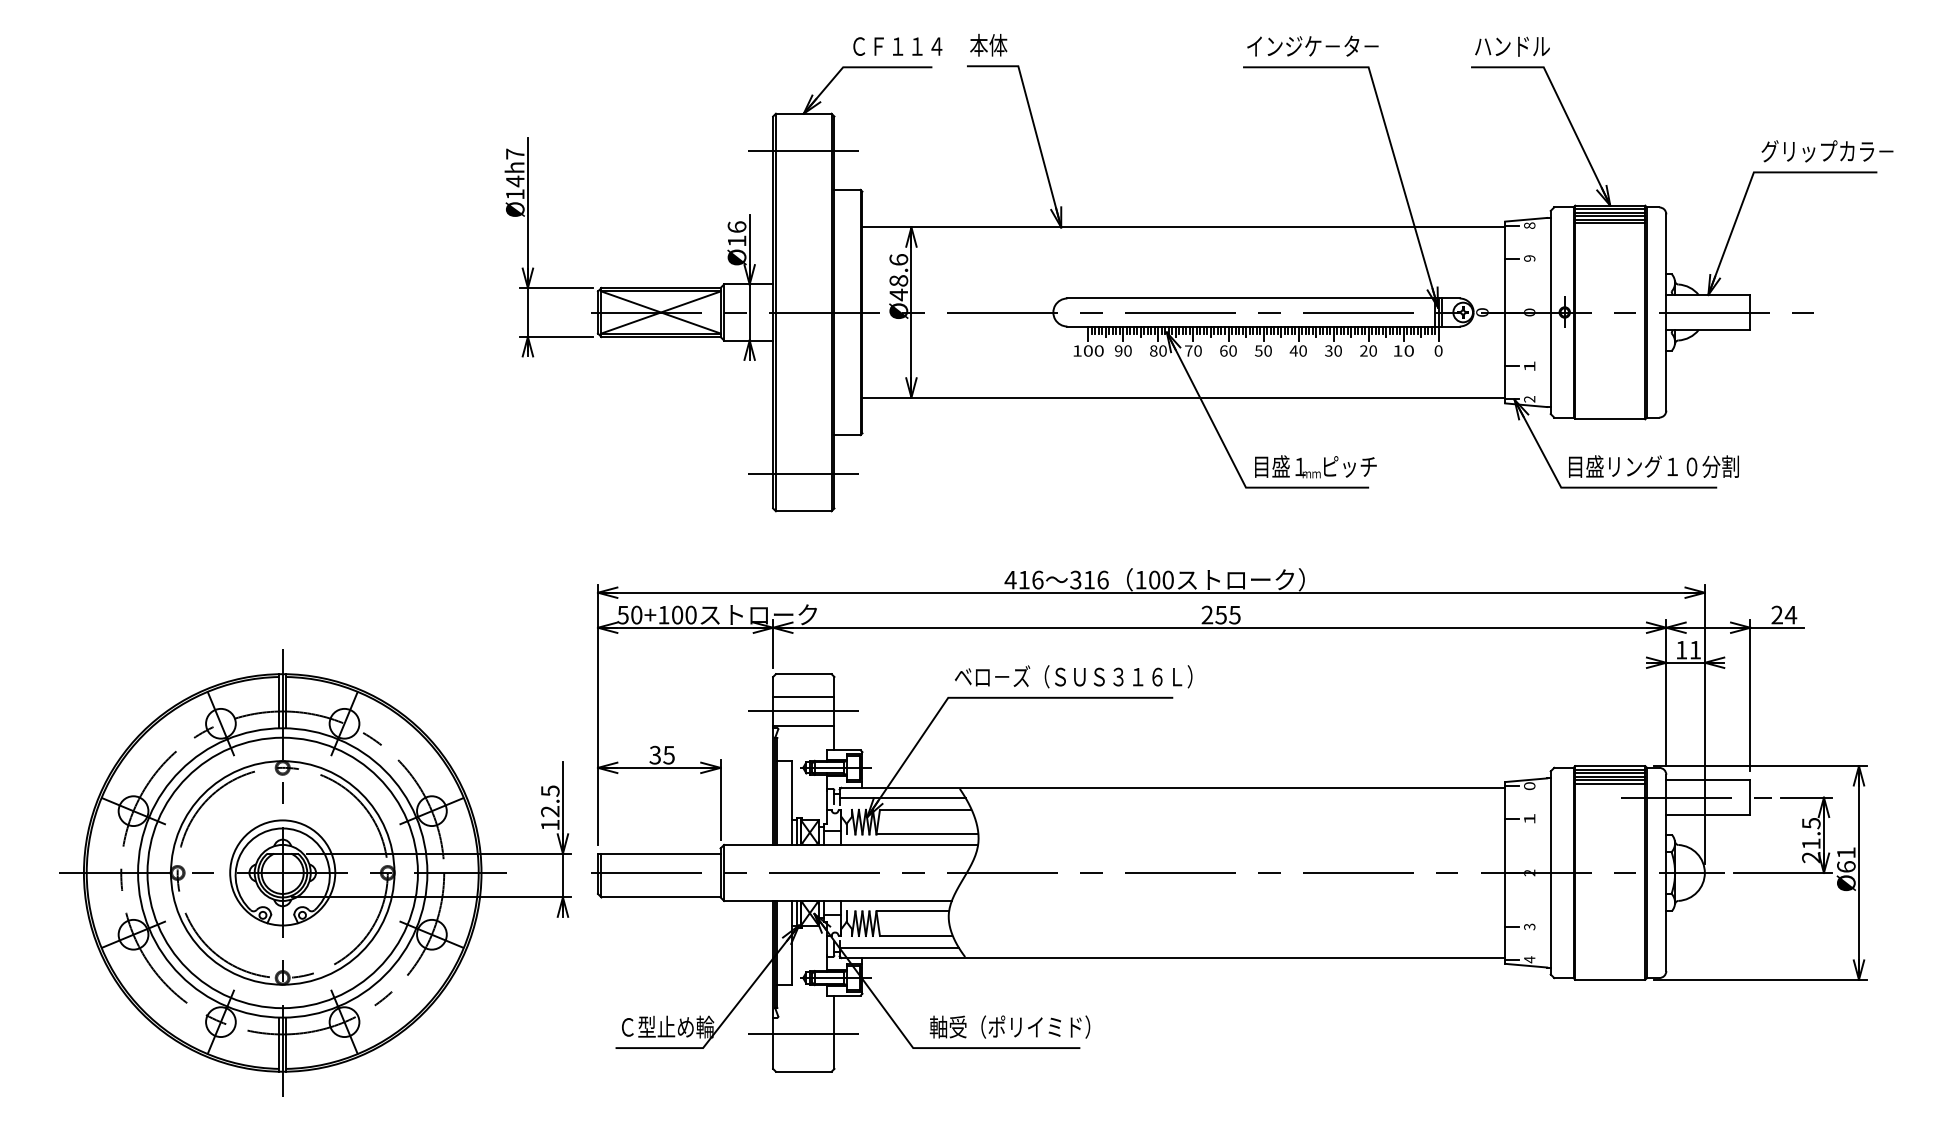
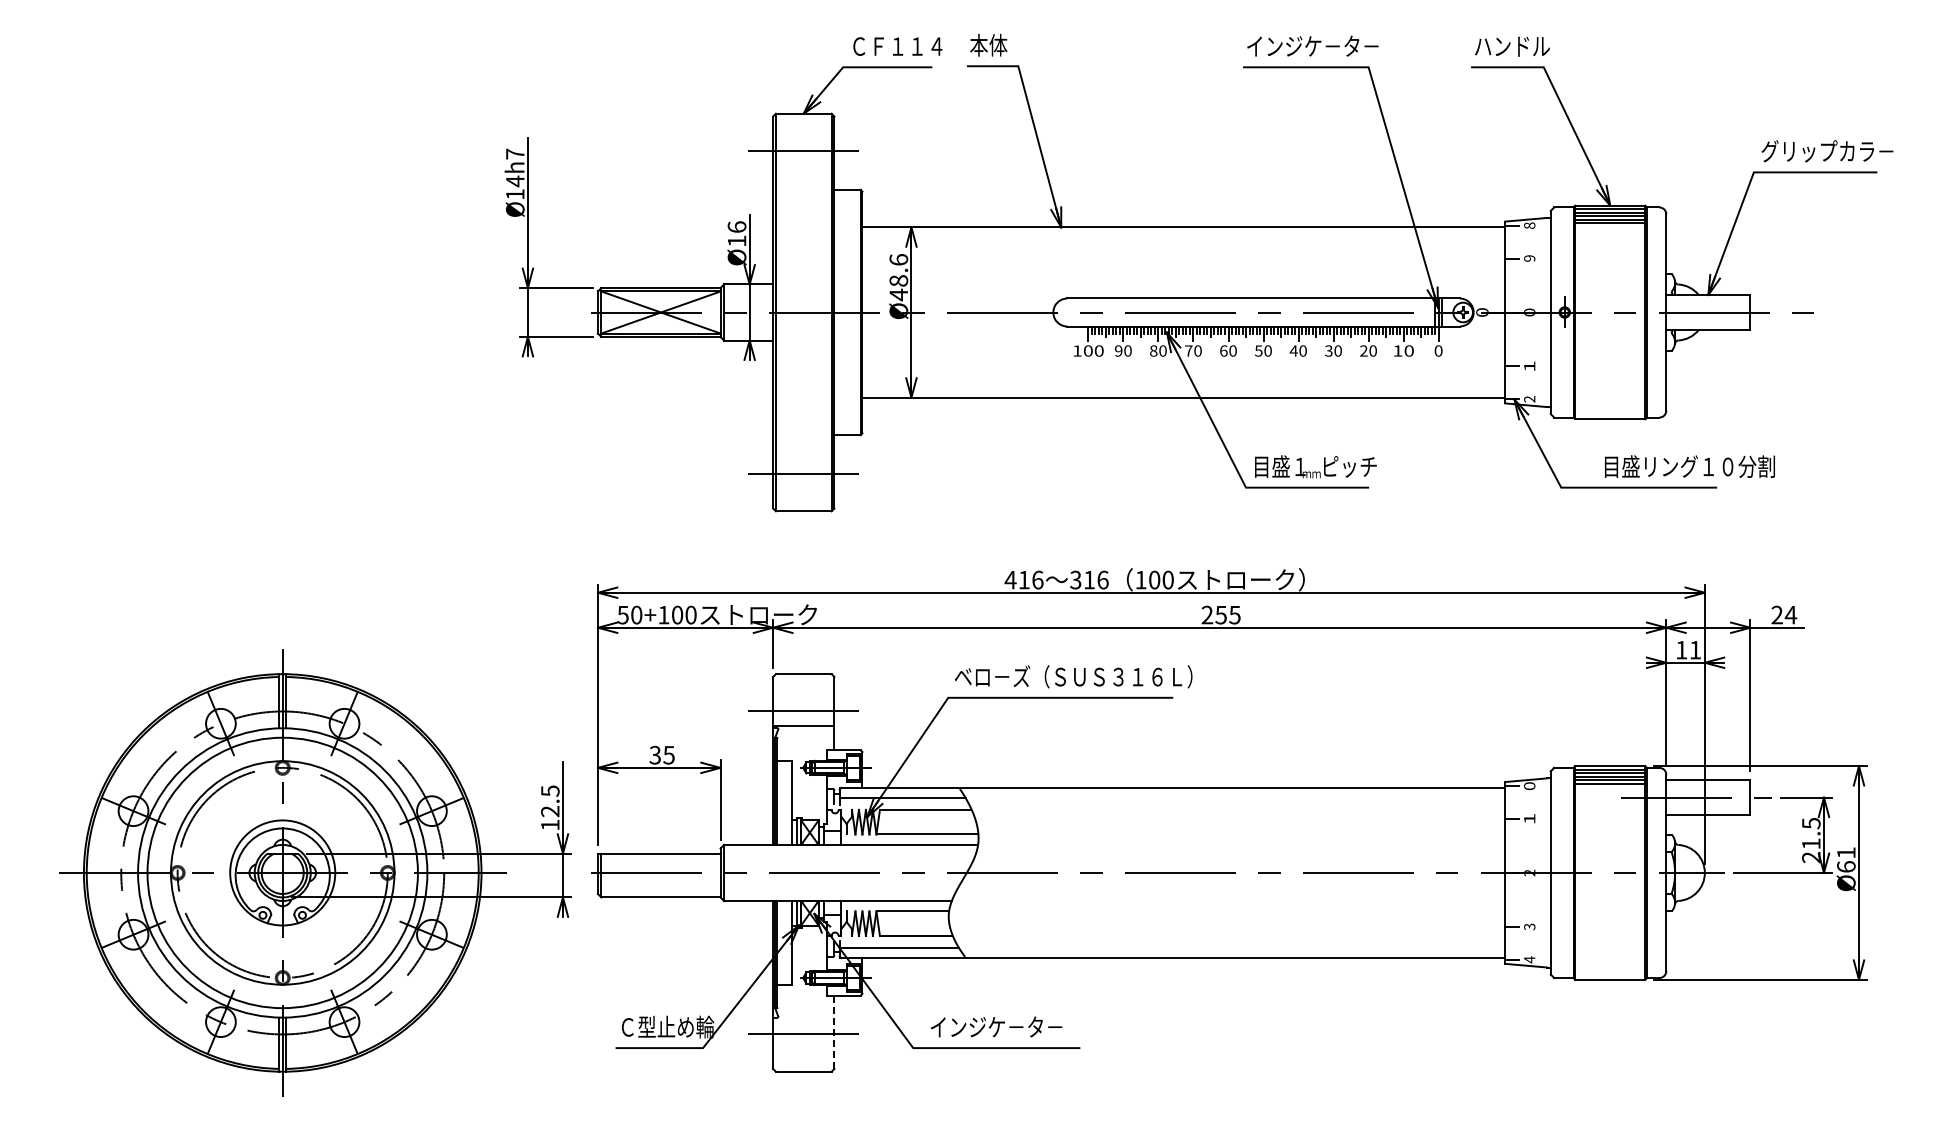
text at (1653, 466) position: (1653, 466) -> (1689, 466)
line at (803, 696): present -> none
text at (1009, 1026): 軸受（ポリイミド） -> インジケ－タ－
line at (834, 1032): solid -> dashed
